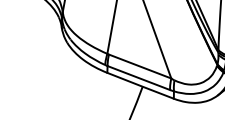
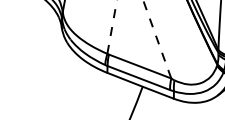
line at (112, 26): solid -> dashed
line at (157, 39): solid -> dashed
